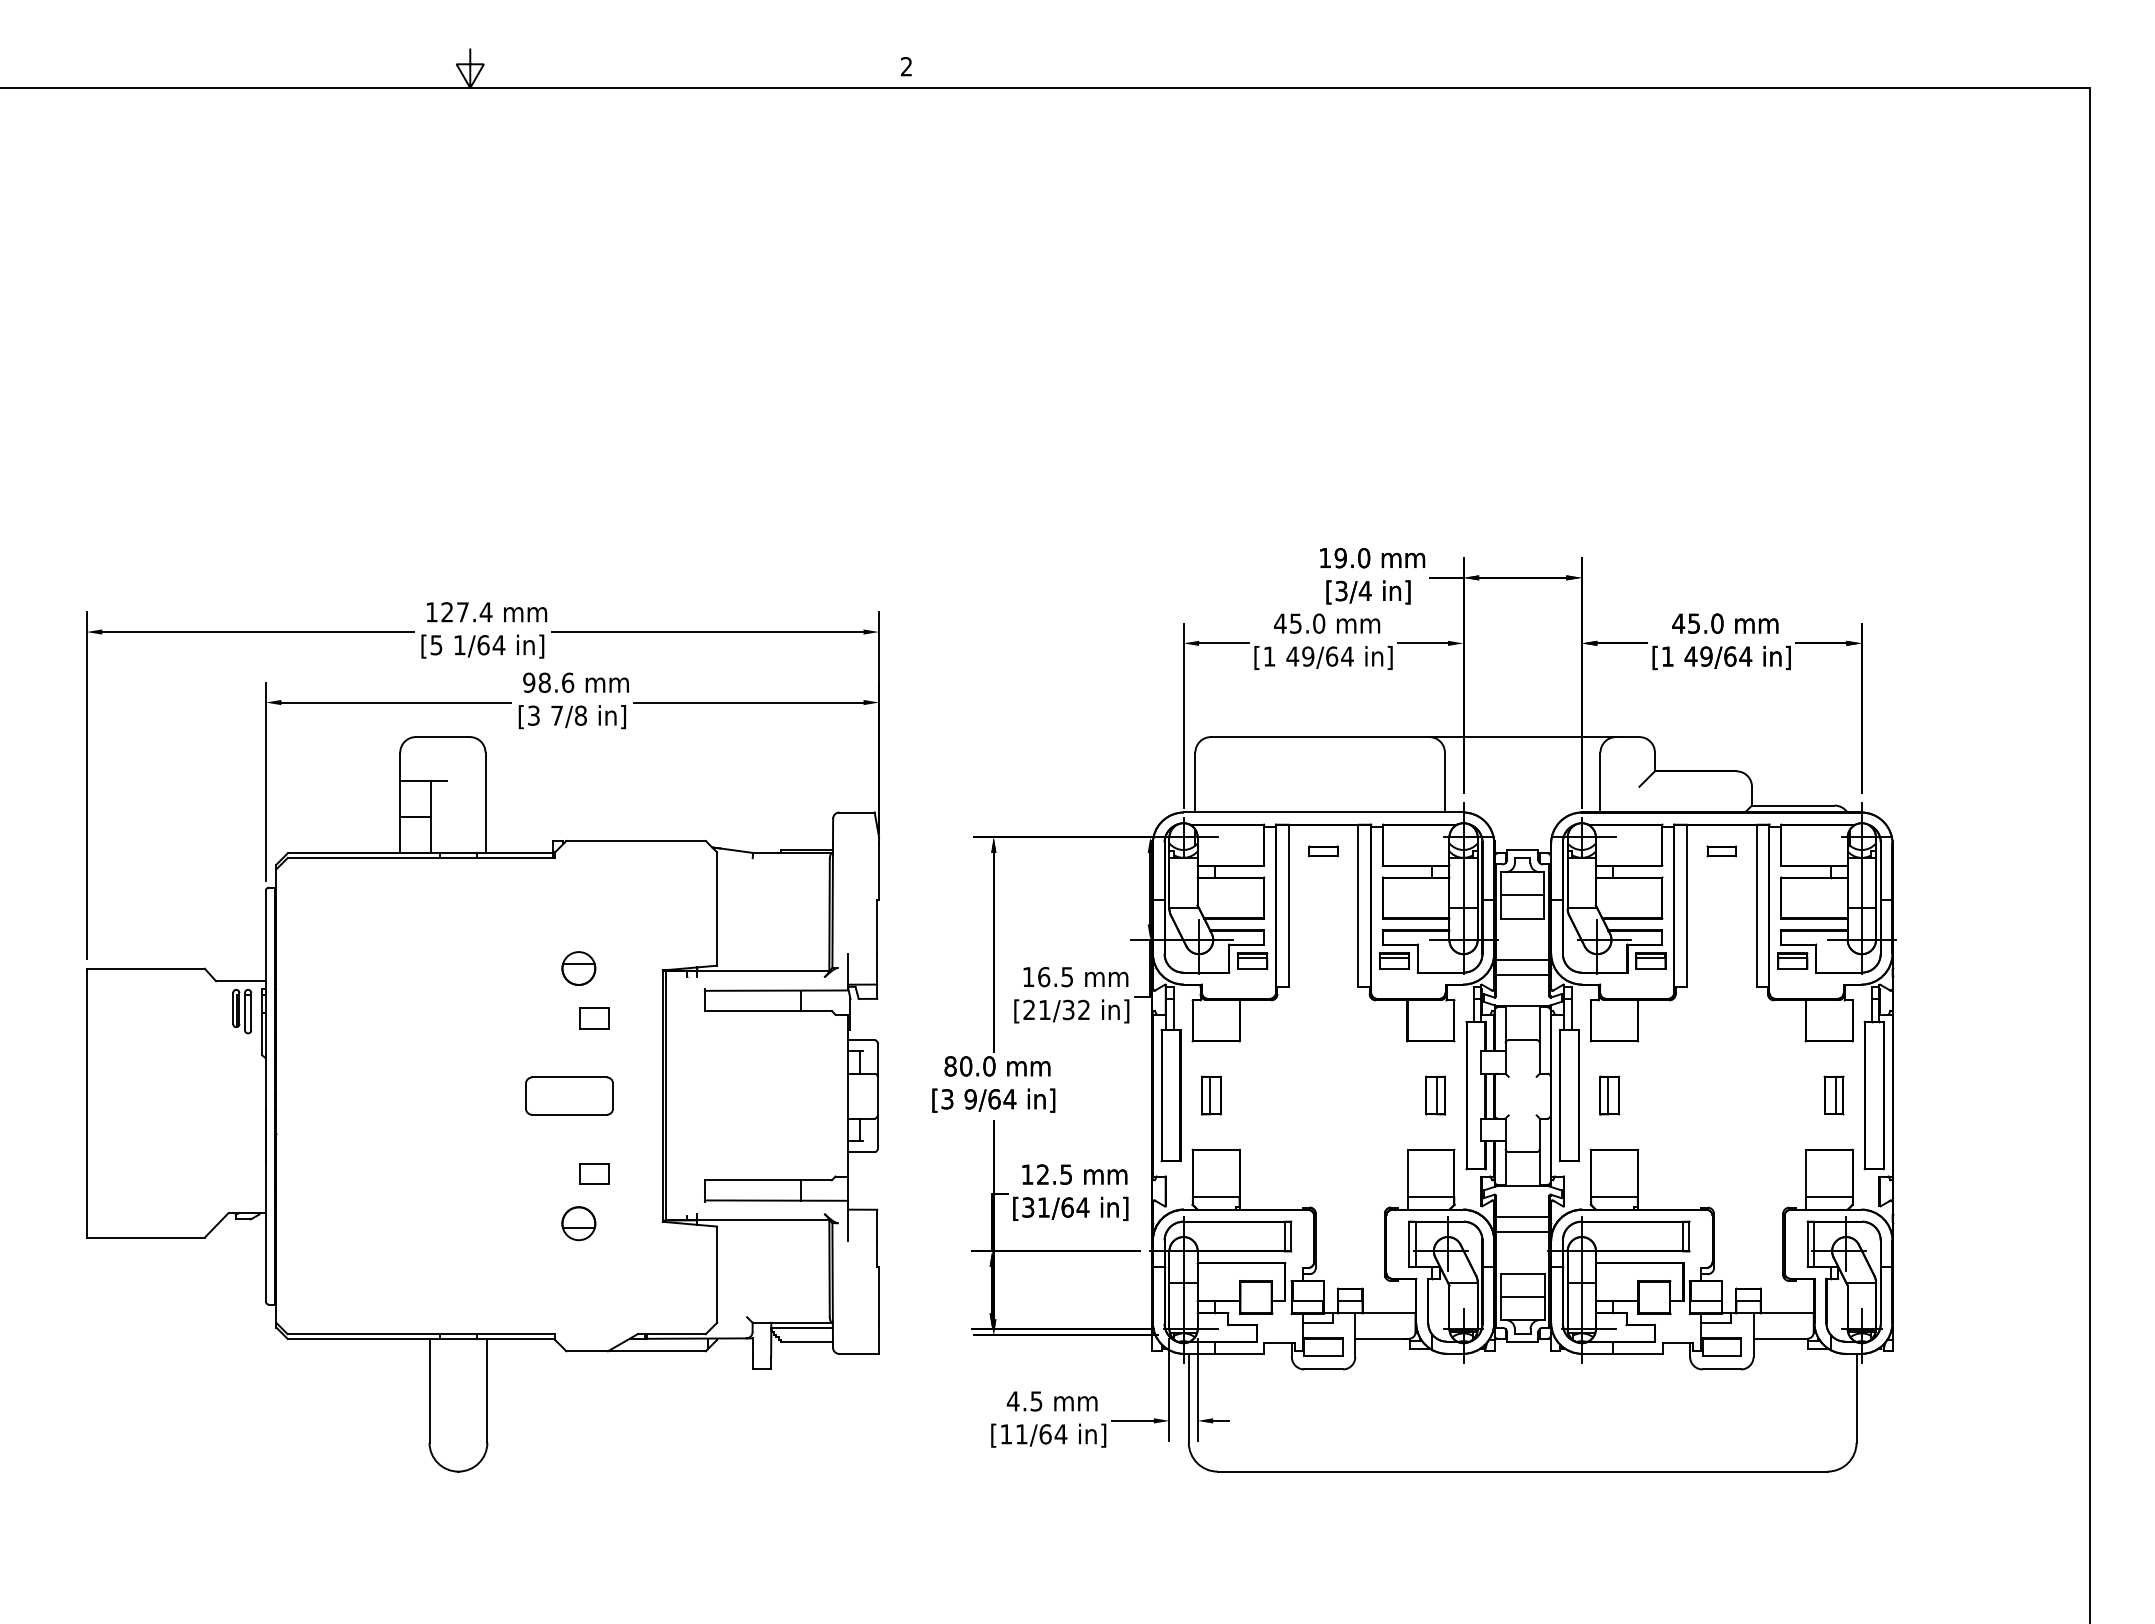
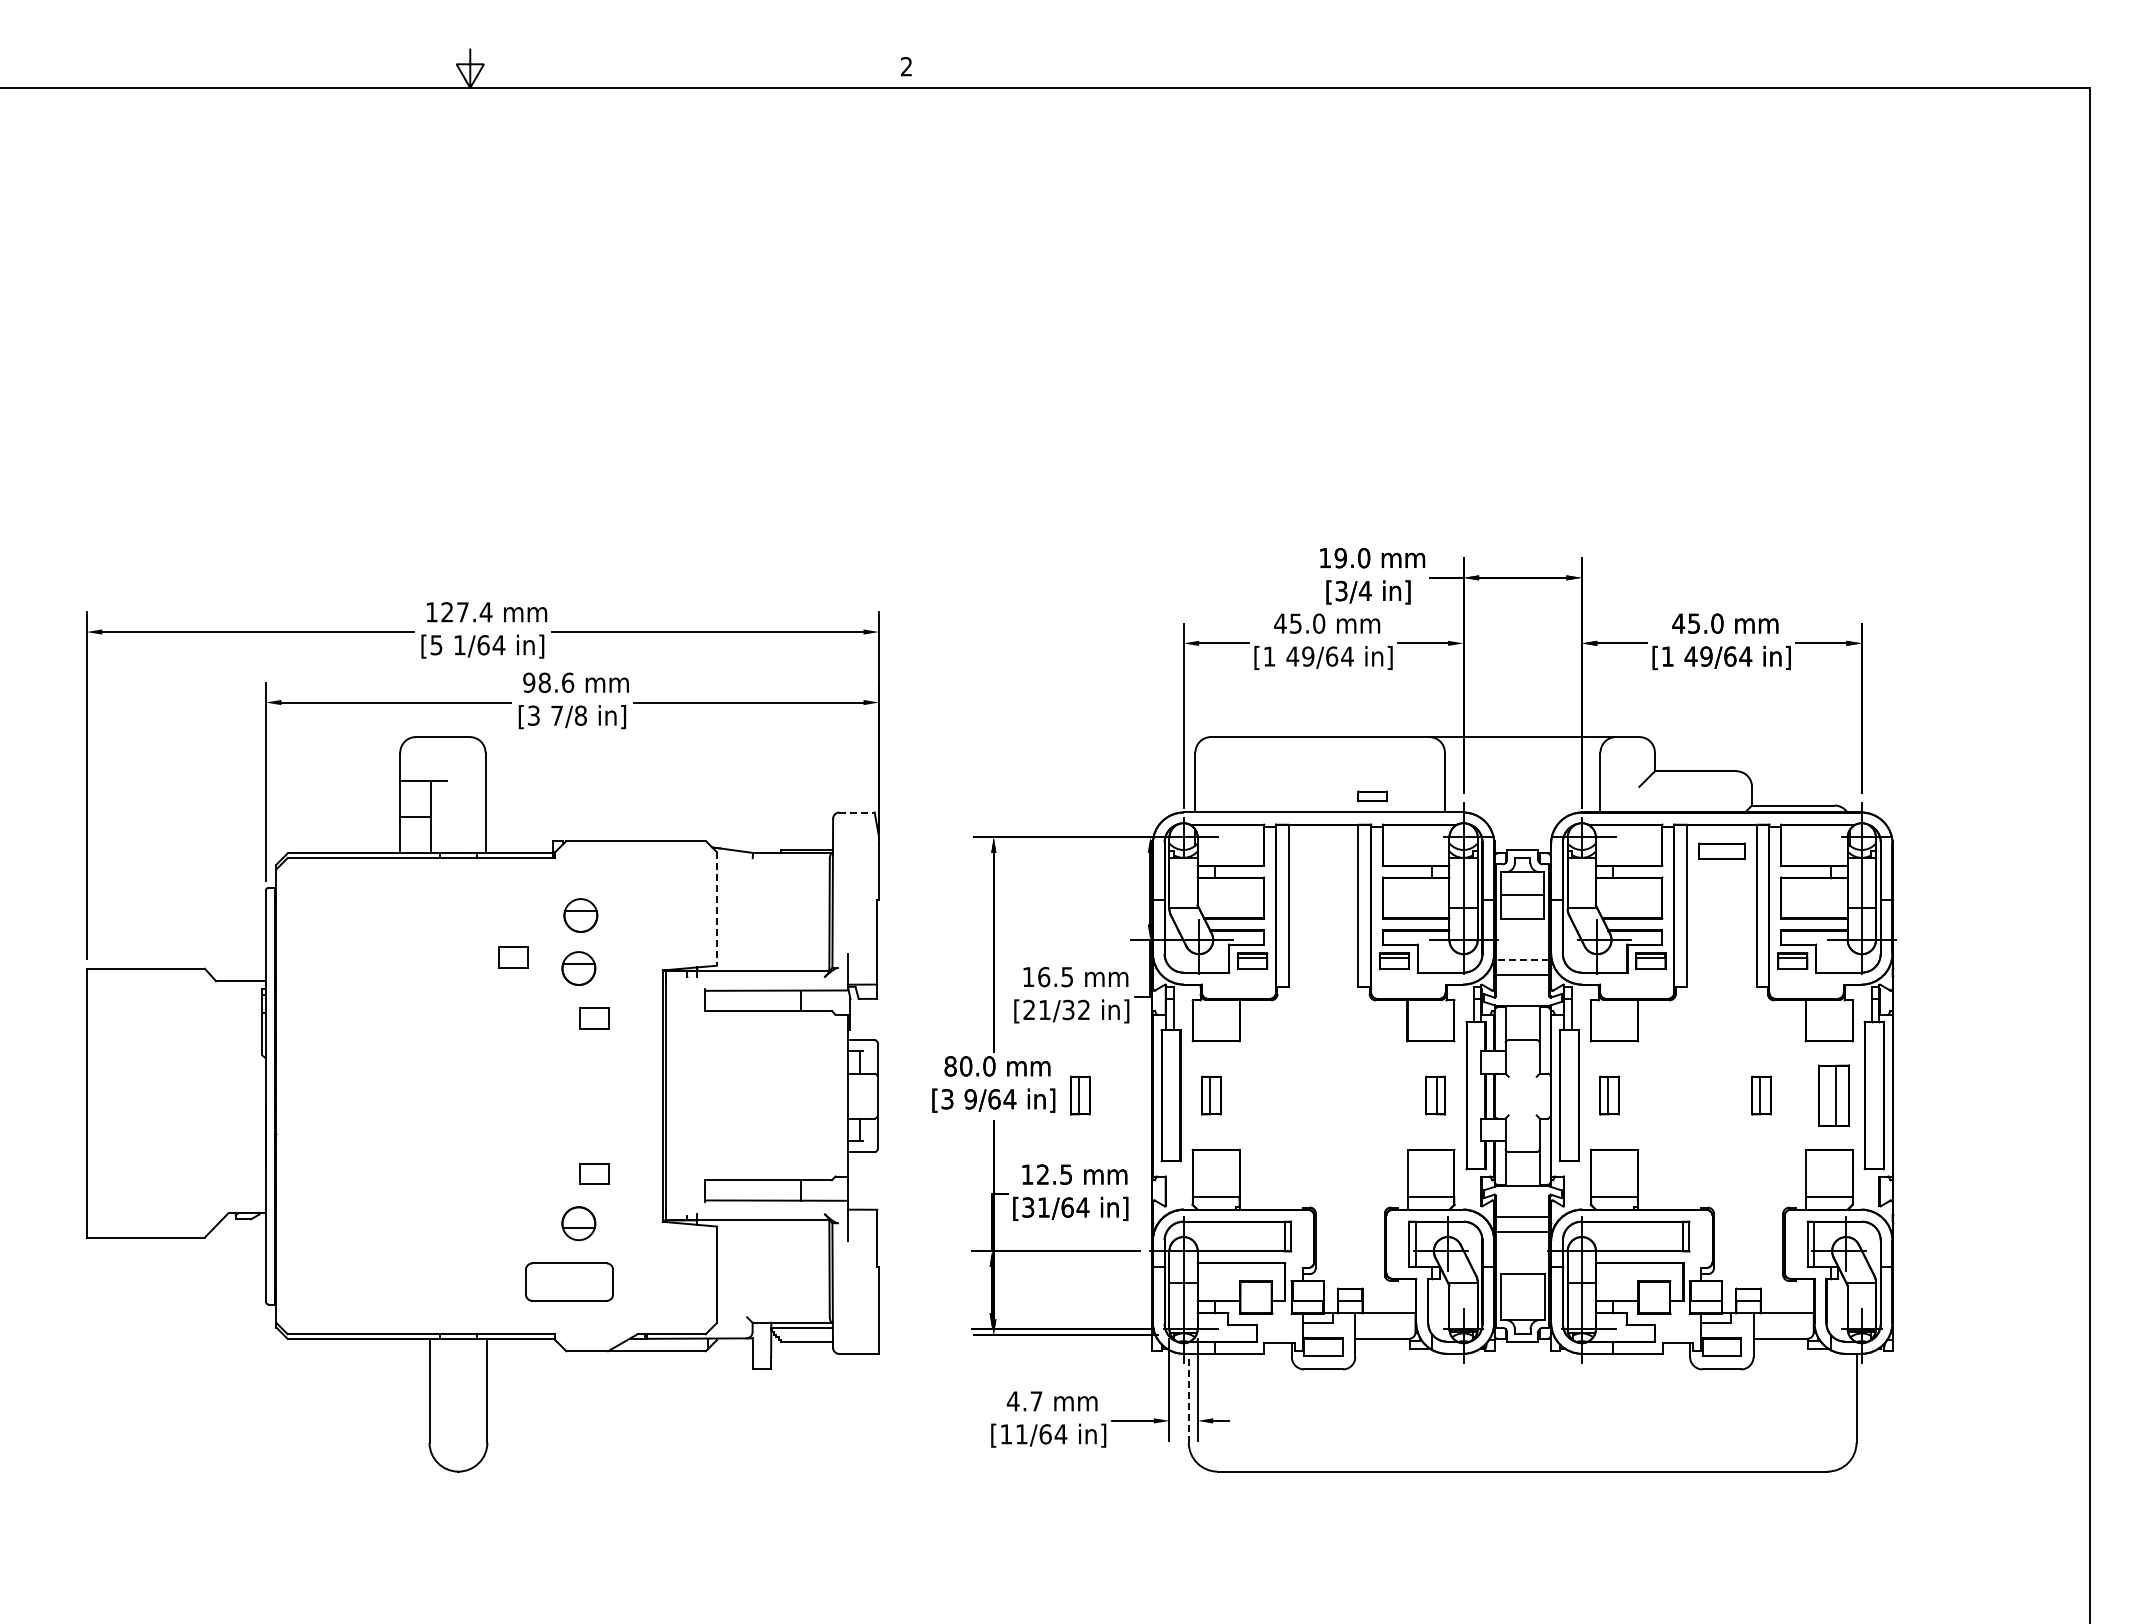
line at (857, 812): solid -> dashed
part at (1323, 851) position: (1323, 851) -> (1372, 796)
part at (1721, 851) size: 31x13 px -> 48x19 px
line at (717, 908): solid -> dashed
part at (580, 915): none -> present
part at (513, 957): none -> present
line at (1522, 960): solid -> dashed
part at (242, 1011): present -> none
part at (569, 1095) position: (569, 1095) -> (569, 1281)
part at (1080, 1095): none -> present
part at (1761, 1095): none -> present
part at (1833, 1095) size: 22x41 px -> 32x63 px
line at (1522, 1296): present -> none
line at (1188, 1397): solid -> dashed
text at (1036, 1401): 4.5 -> 4.7
